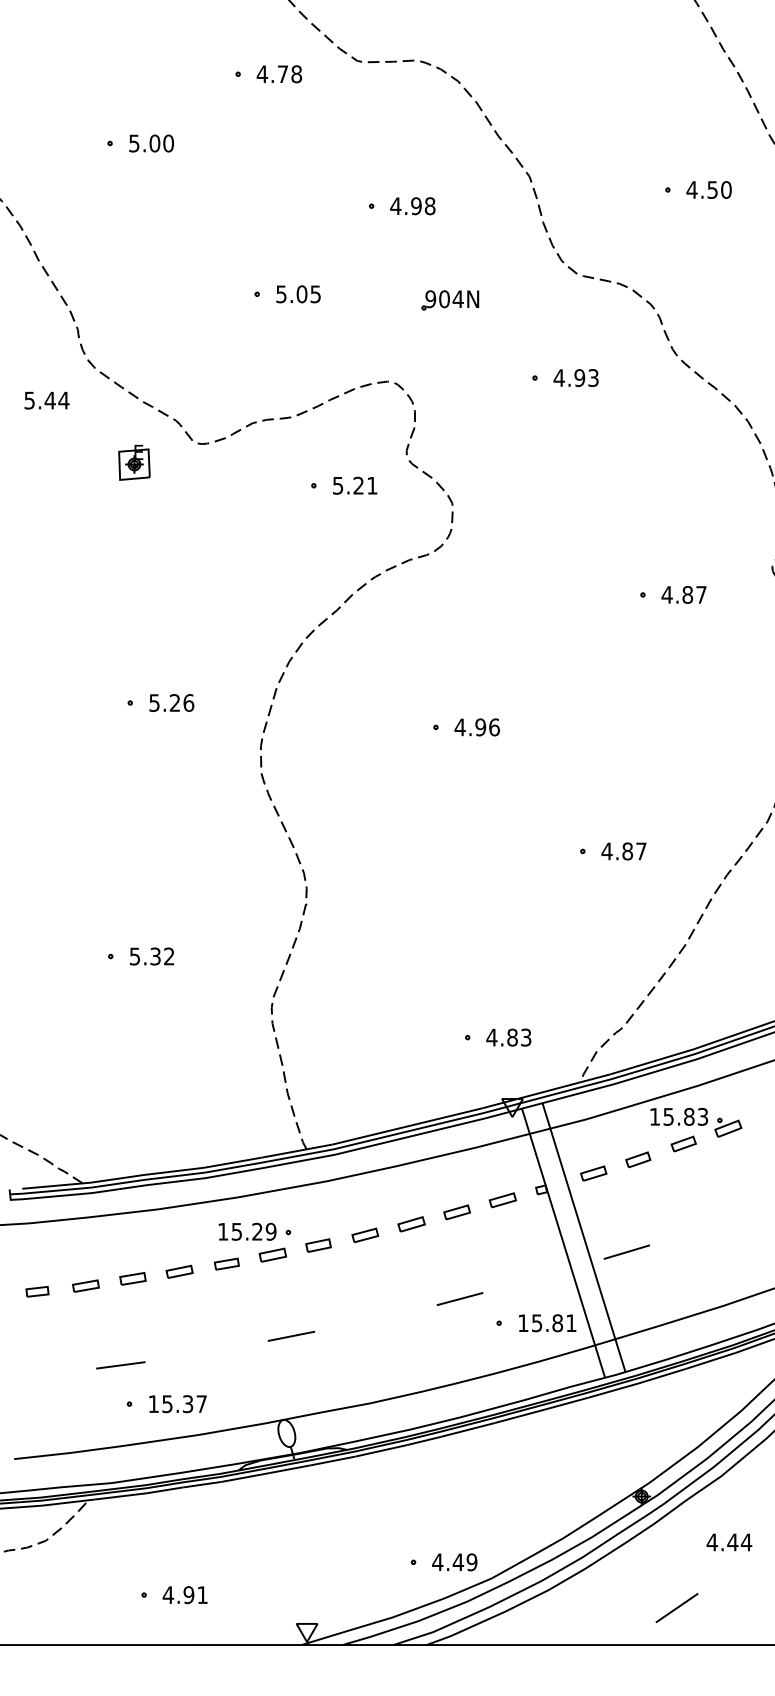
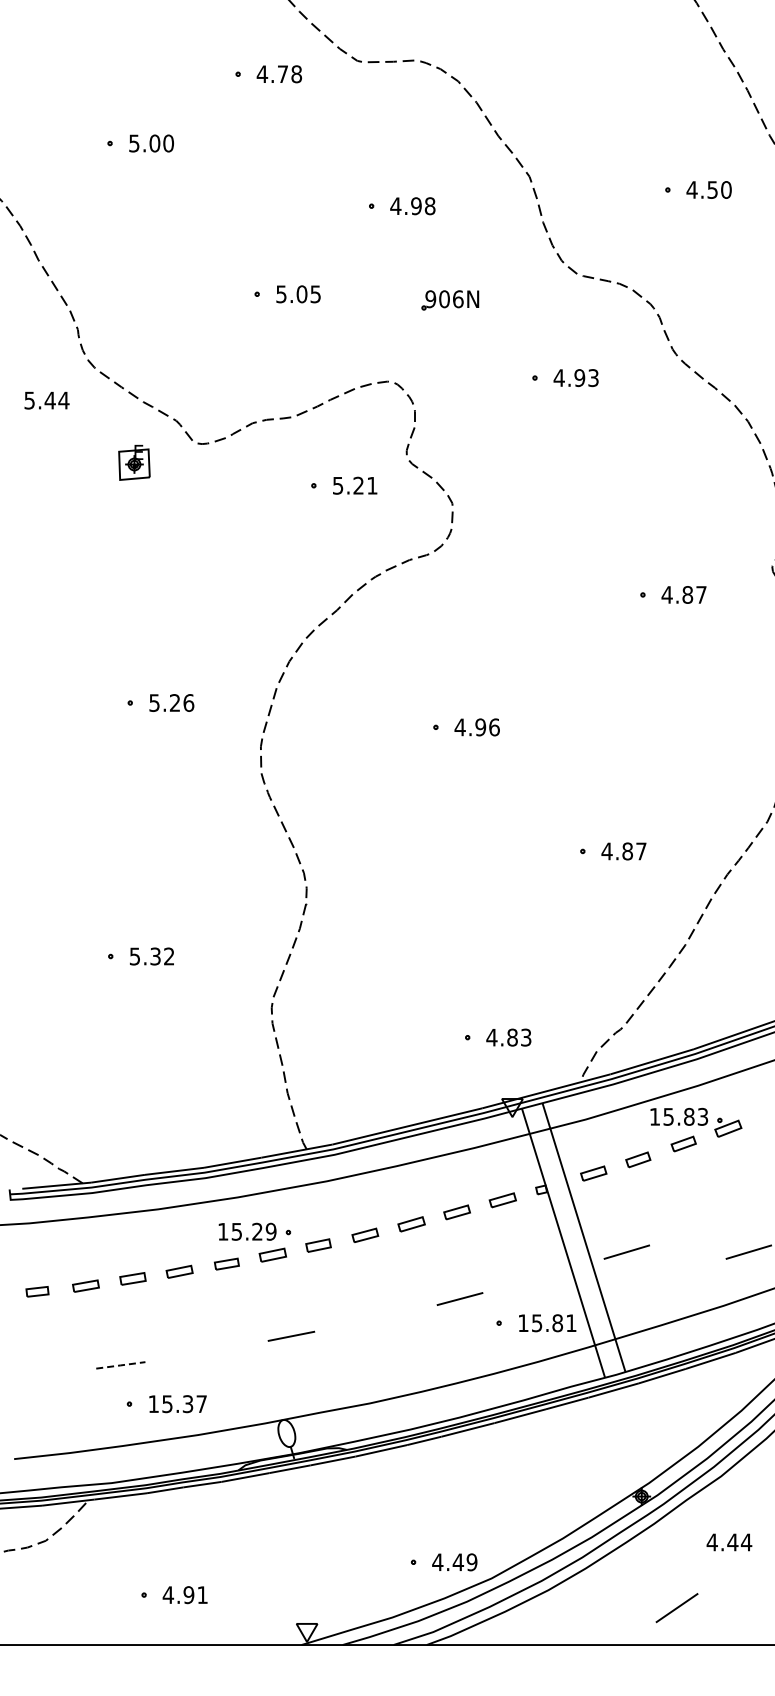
text at (457, 299): 904N -> 906N
line at (748, 1251): none -> present
line at (120, 1365): solid -> dashed
